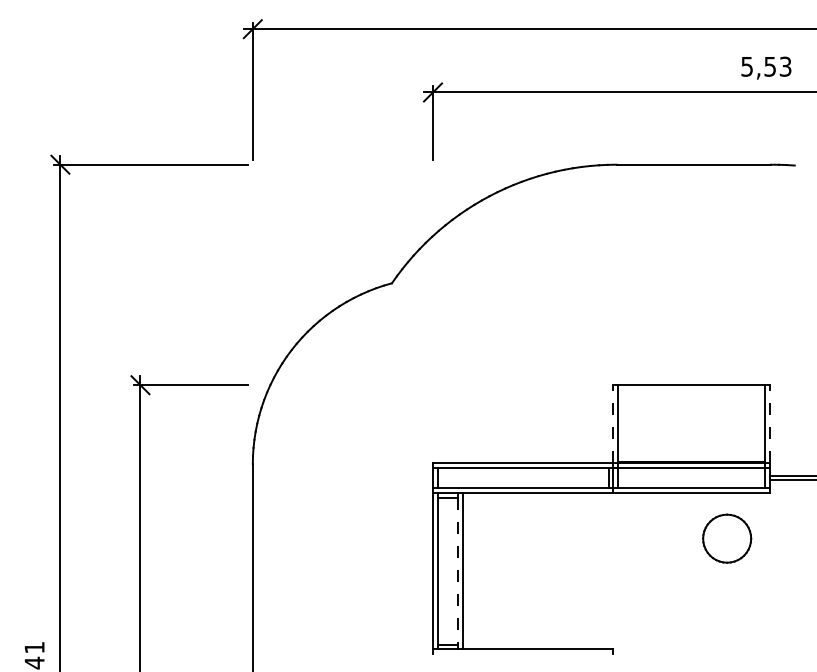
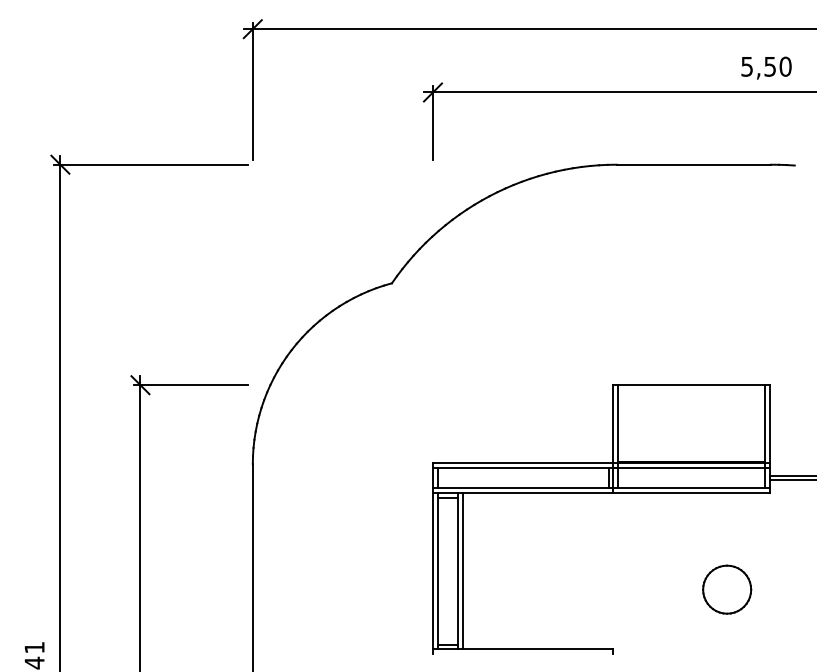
text at (785, 66): 5,53 -> 5,50
line at (613, 423): dashed -> solid
line at (769, 423): dashed -> solid
part at (727, 538) position: (727, 538) -> (727, 589)
line at (458, 571): dashed -> solid
